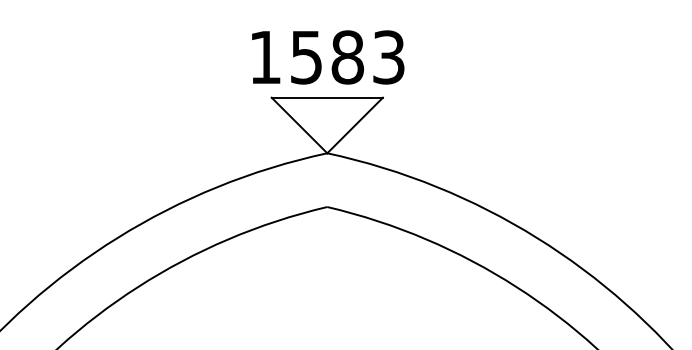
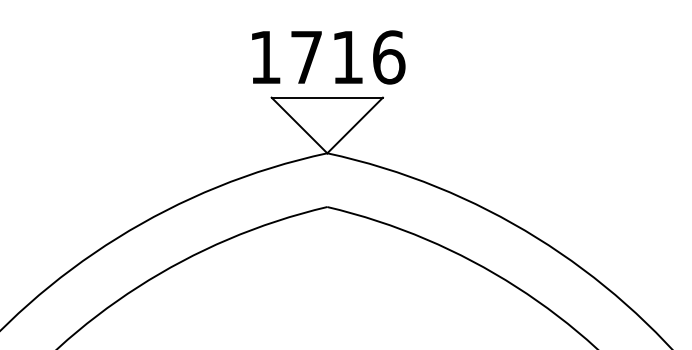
text at (348, 57): 1583 -> 1716
